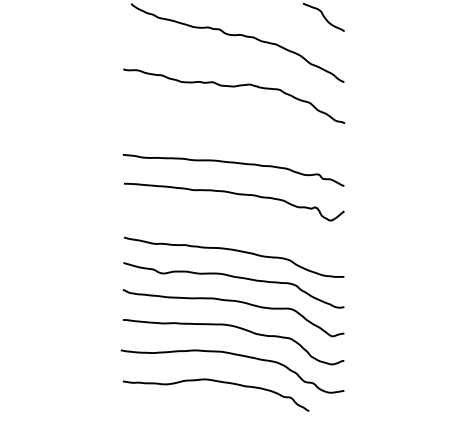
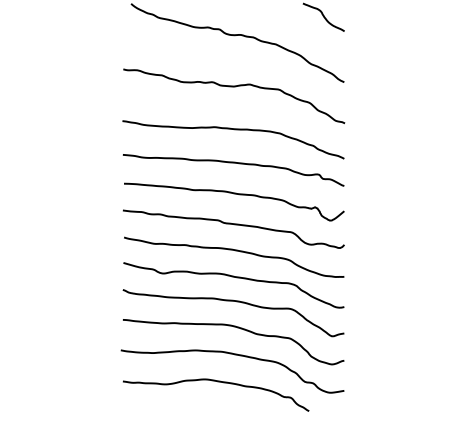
curve at (234, 130): none -> present
curve at (234, 225): none -> present
